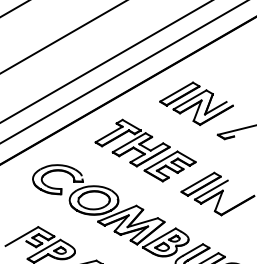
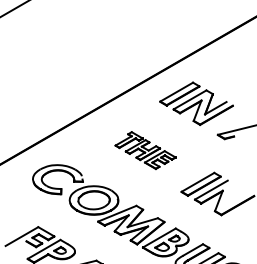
line at (62, 37): present -> none
line at (105, 61): present -> none
line at (123, 72): present -> none
part at (145, 150) size: 103x65 px -> 63x40 px
